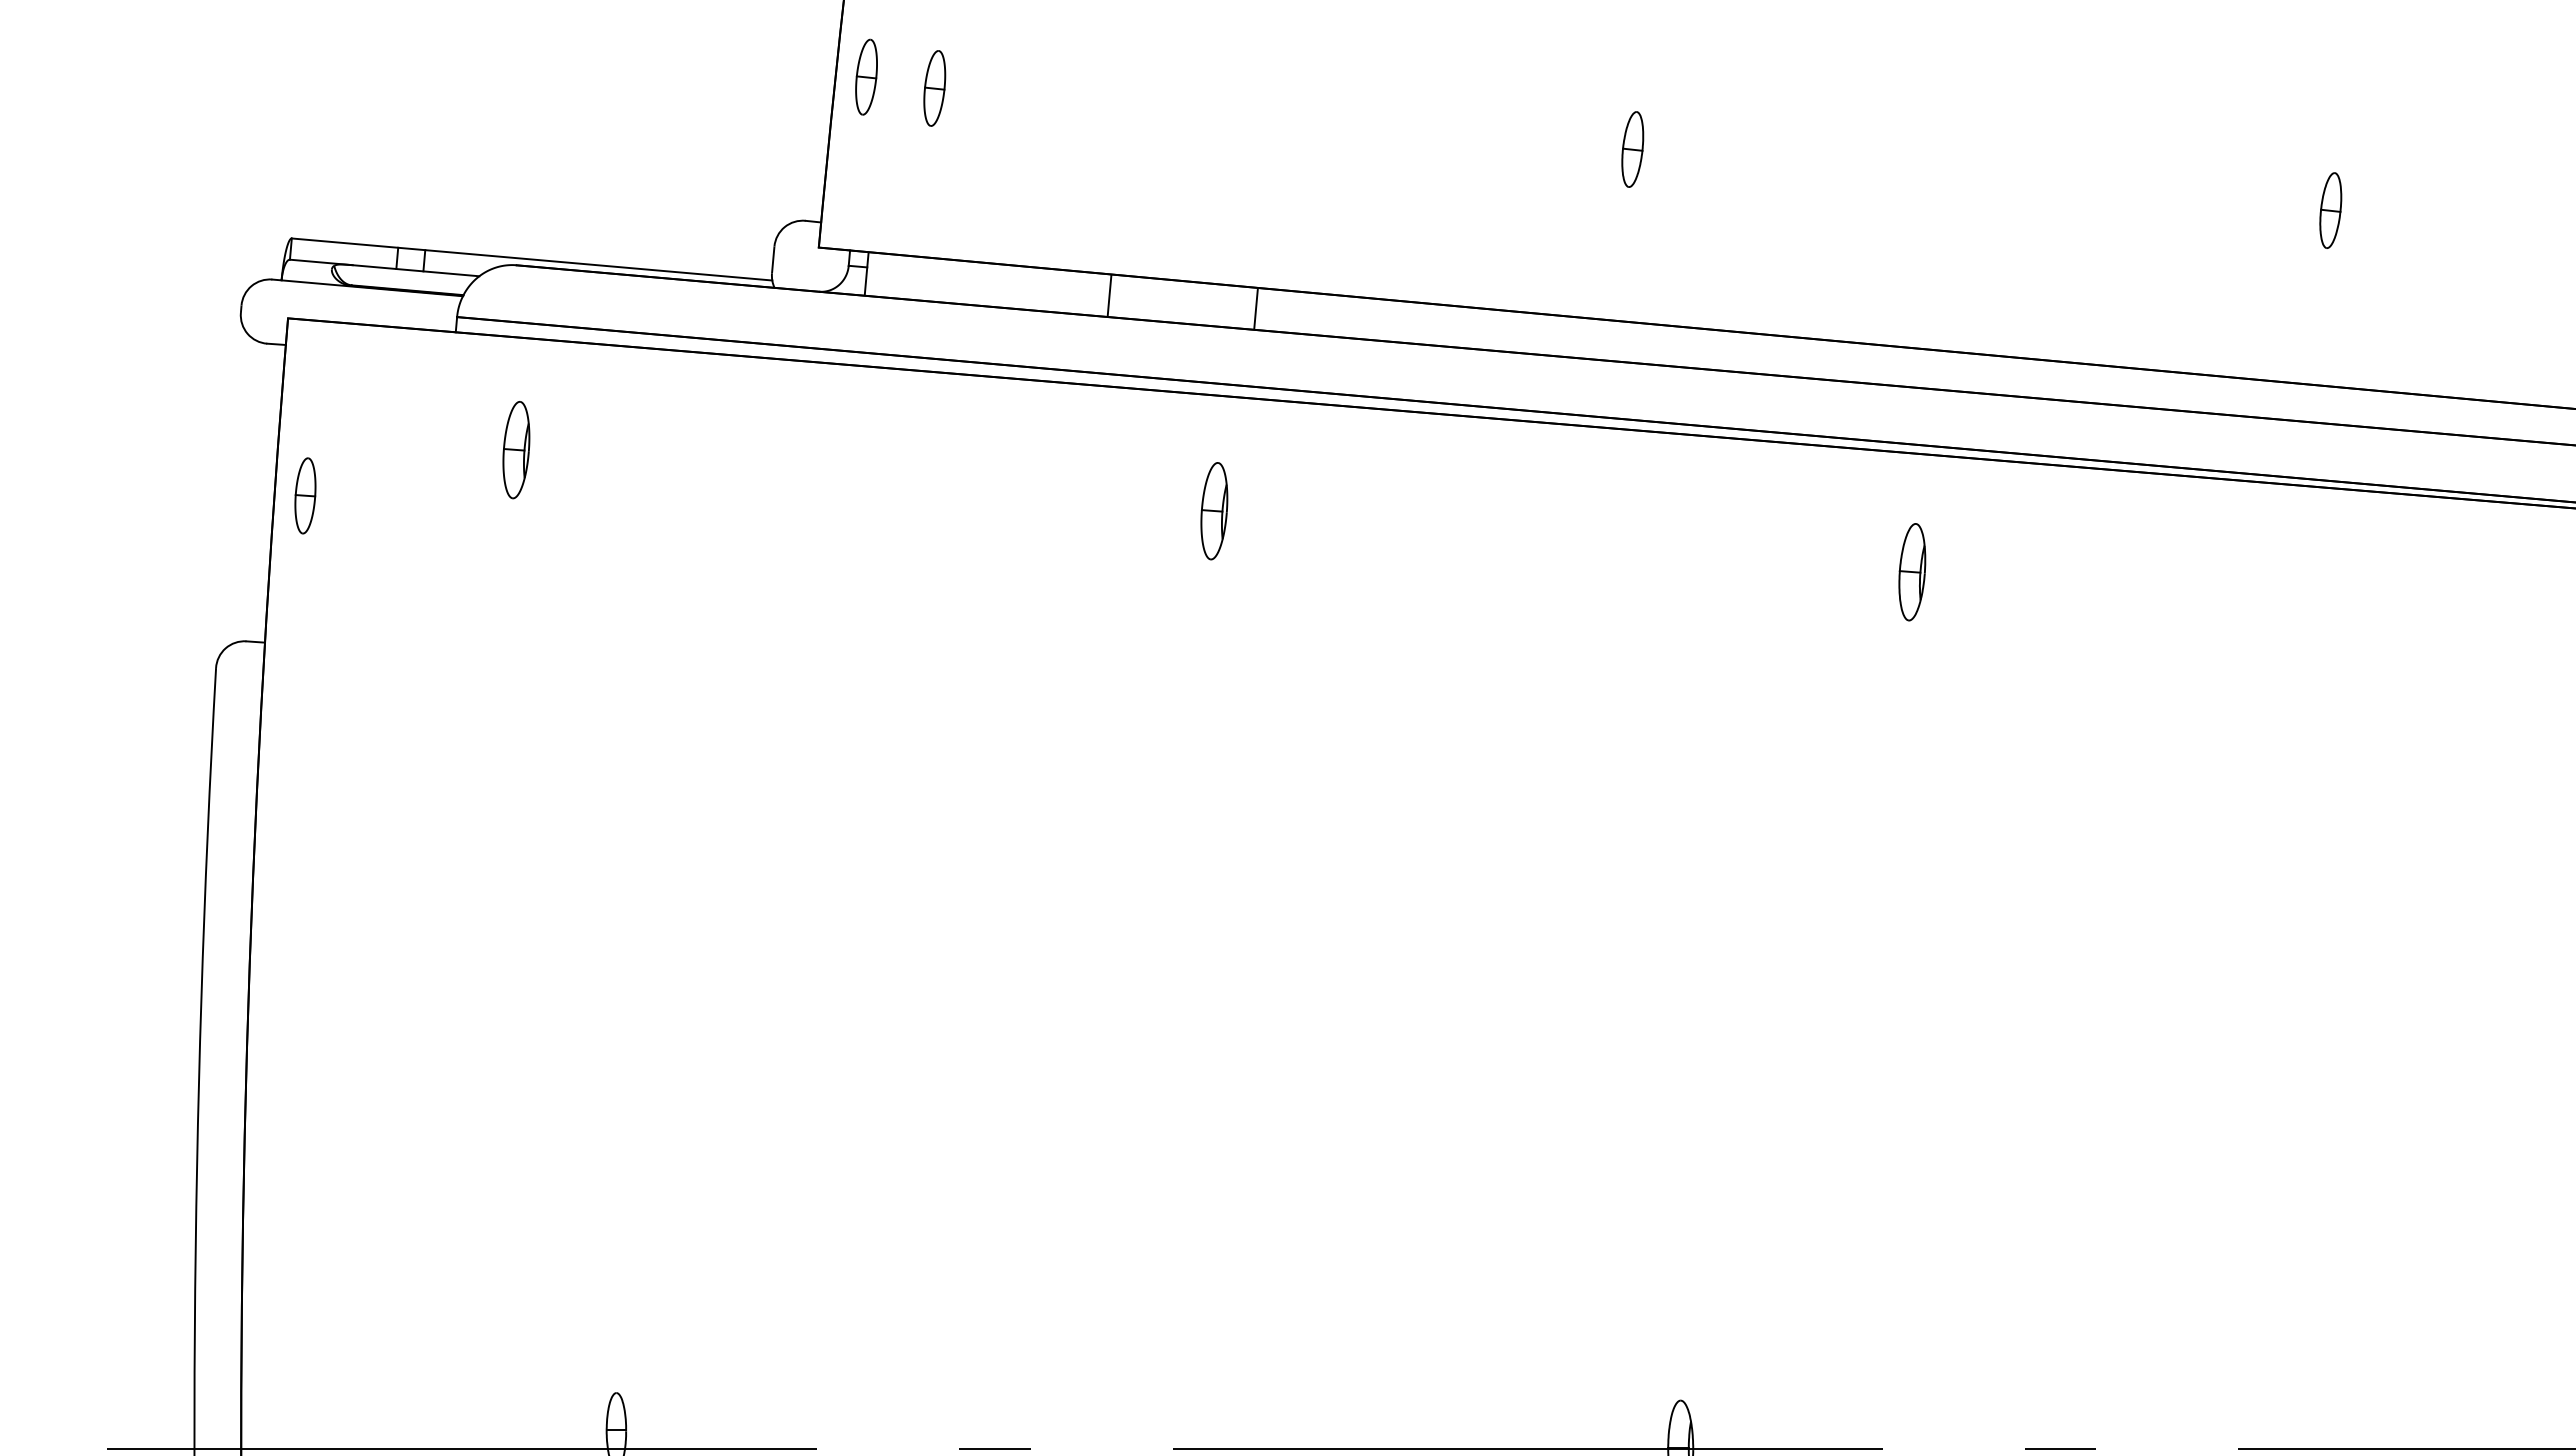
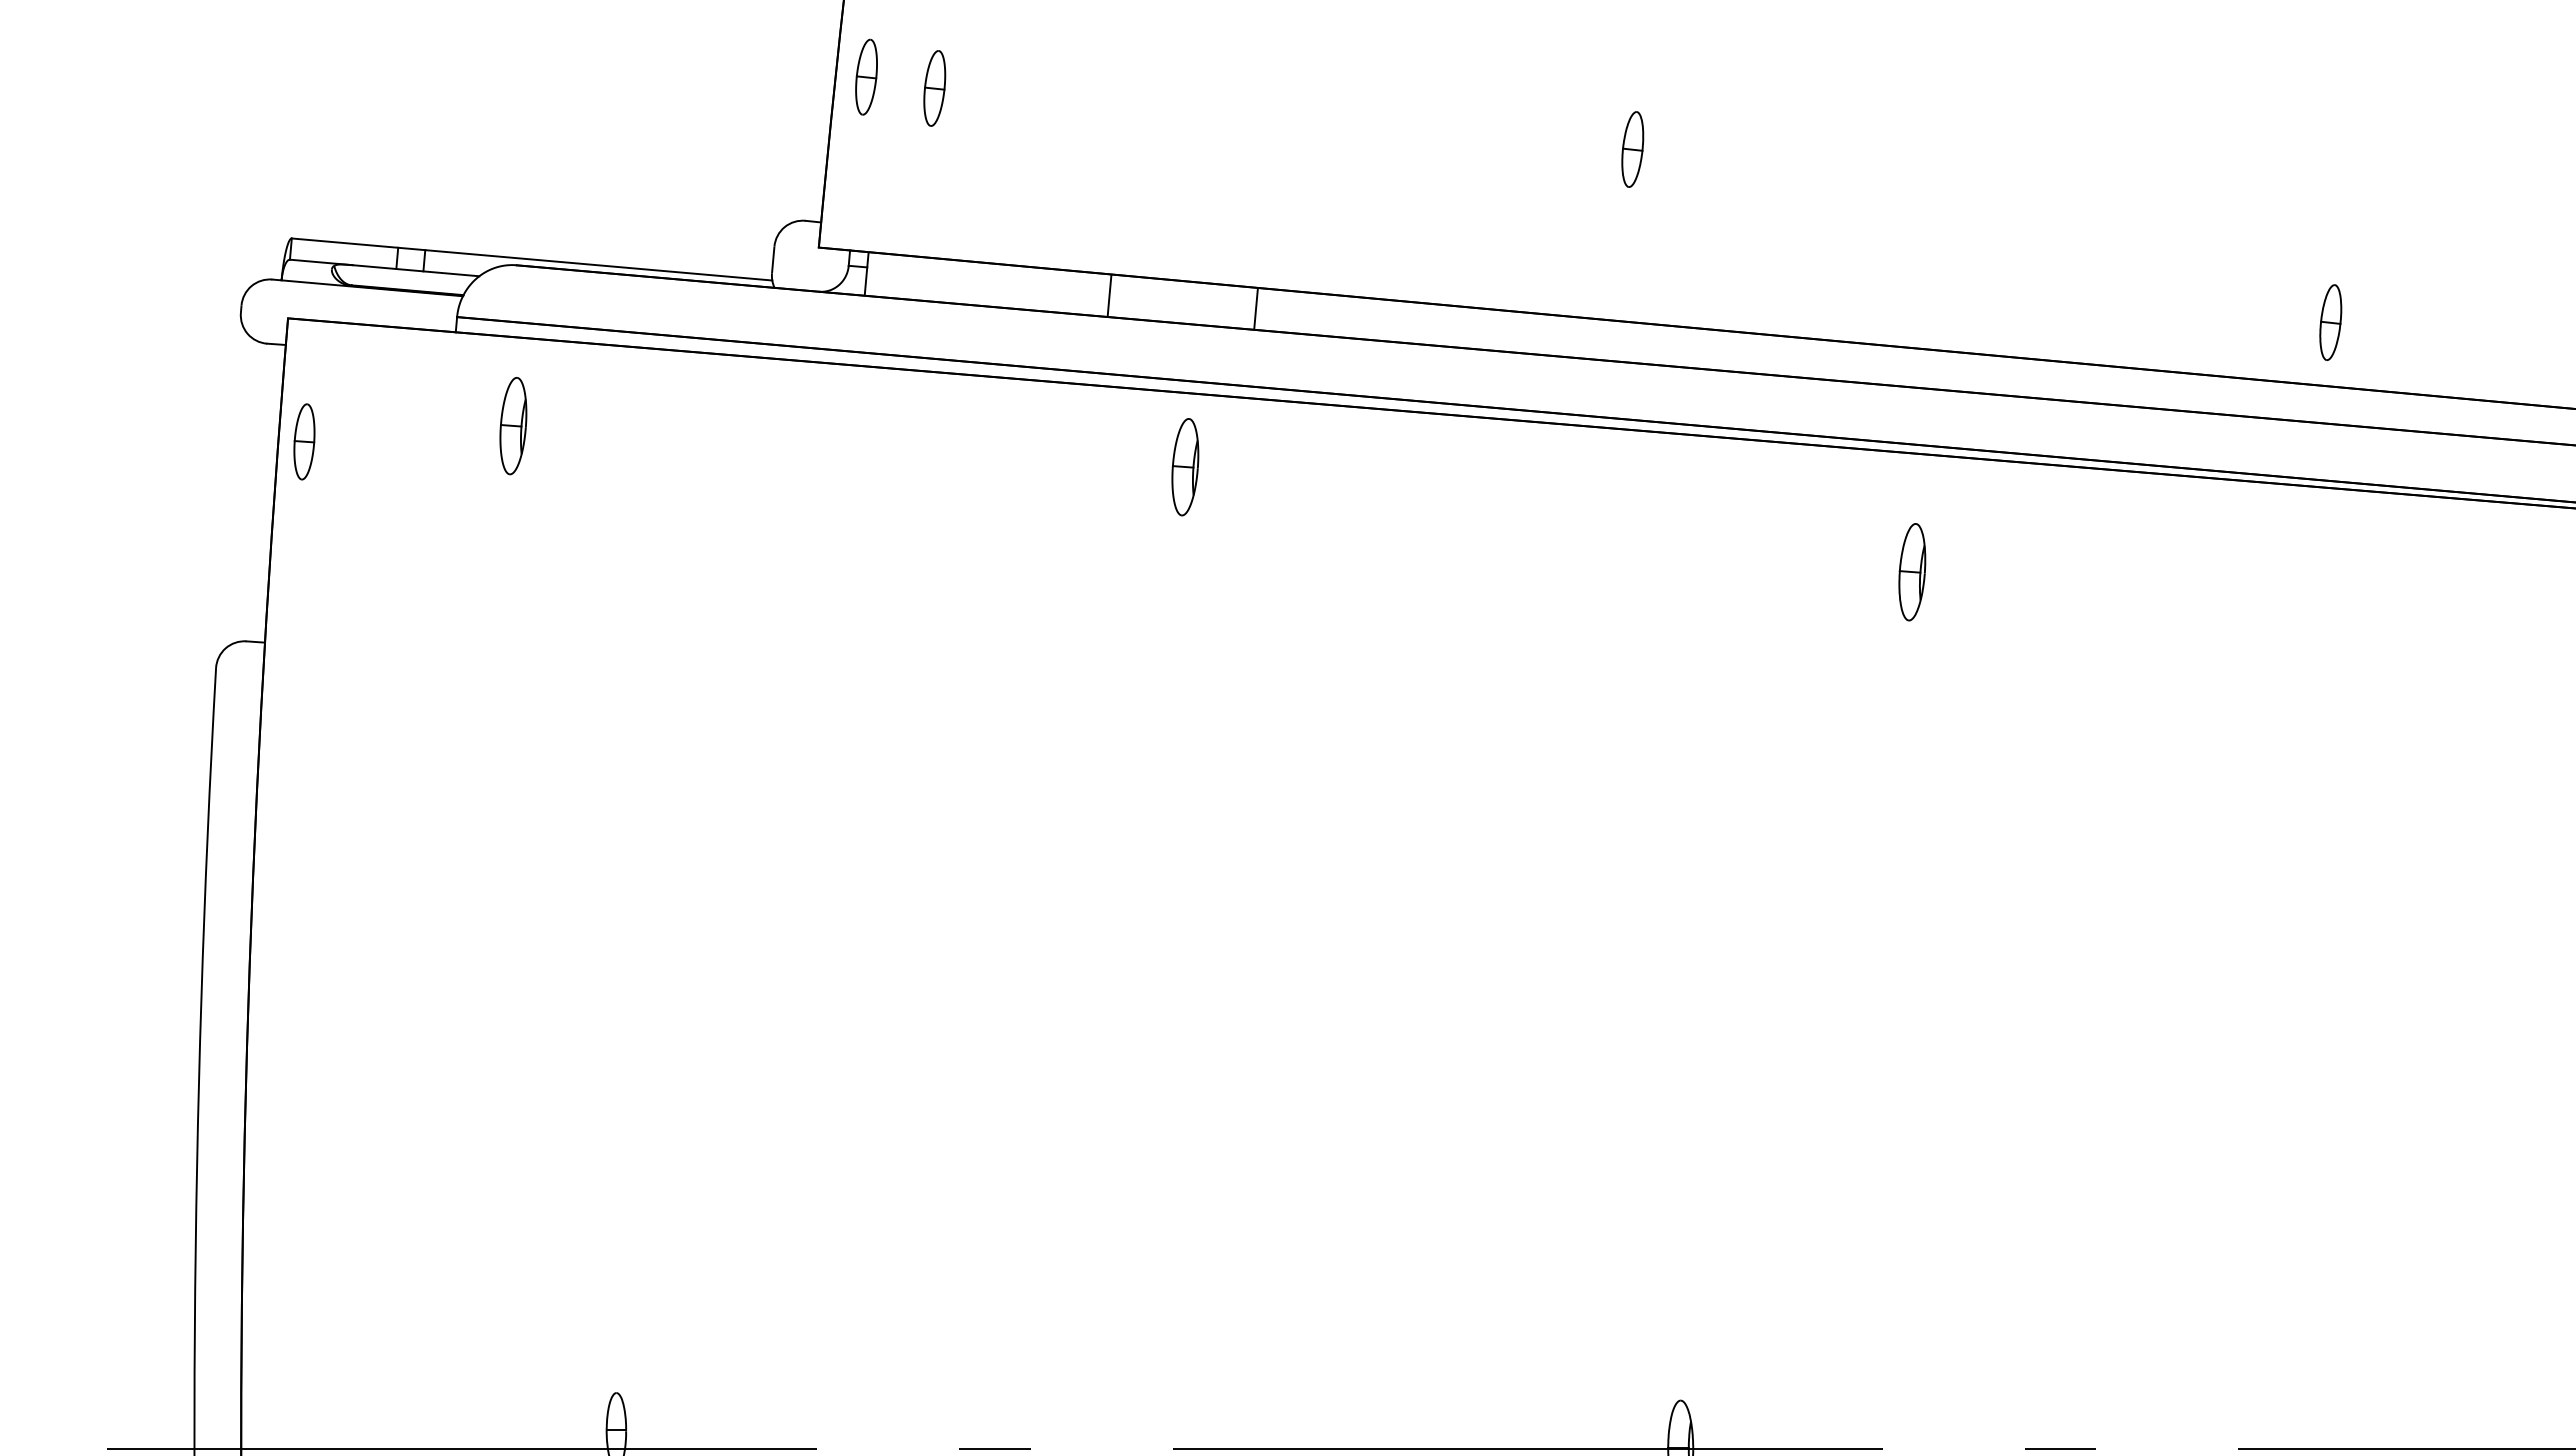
part at (2330, 210) position: (2330, 210) -> (2330, 322)
part at (516, 450) position: (516, 450) -> (513, 426)
part at (305, 495) position: (305, 495) -> (304, 441)
part at (1214, 511) position: (1214, 511) -> (1185, 467)
